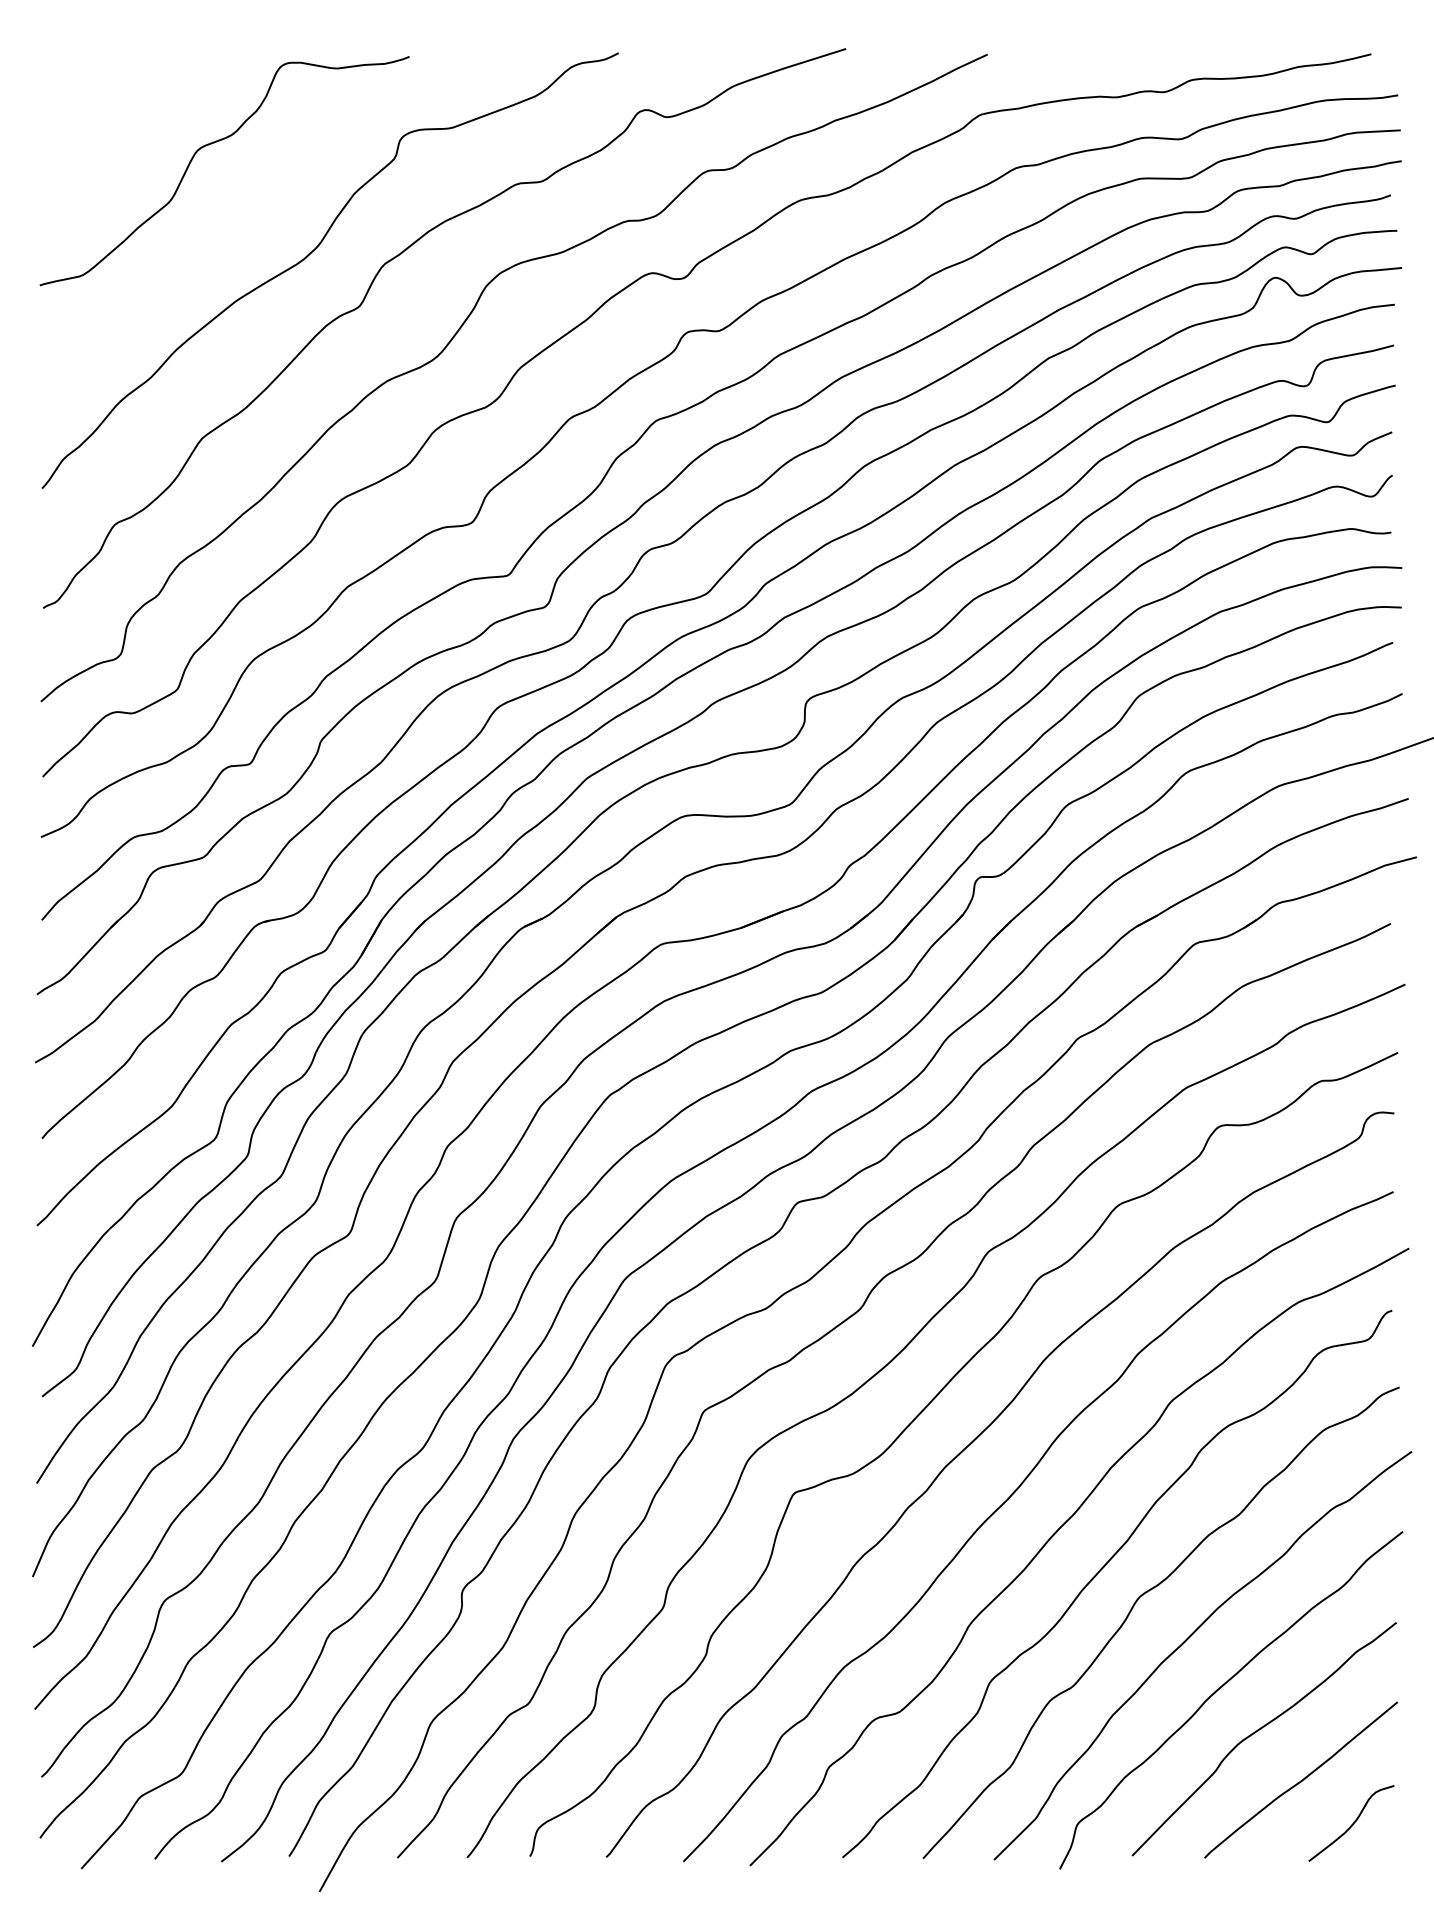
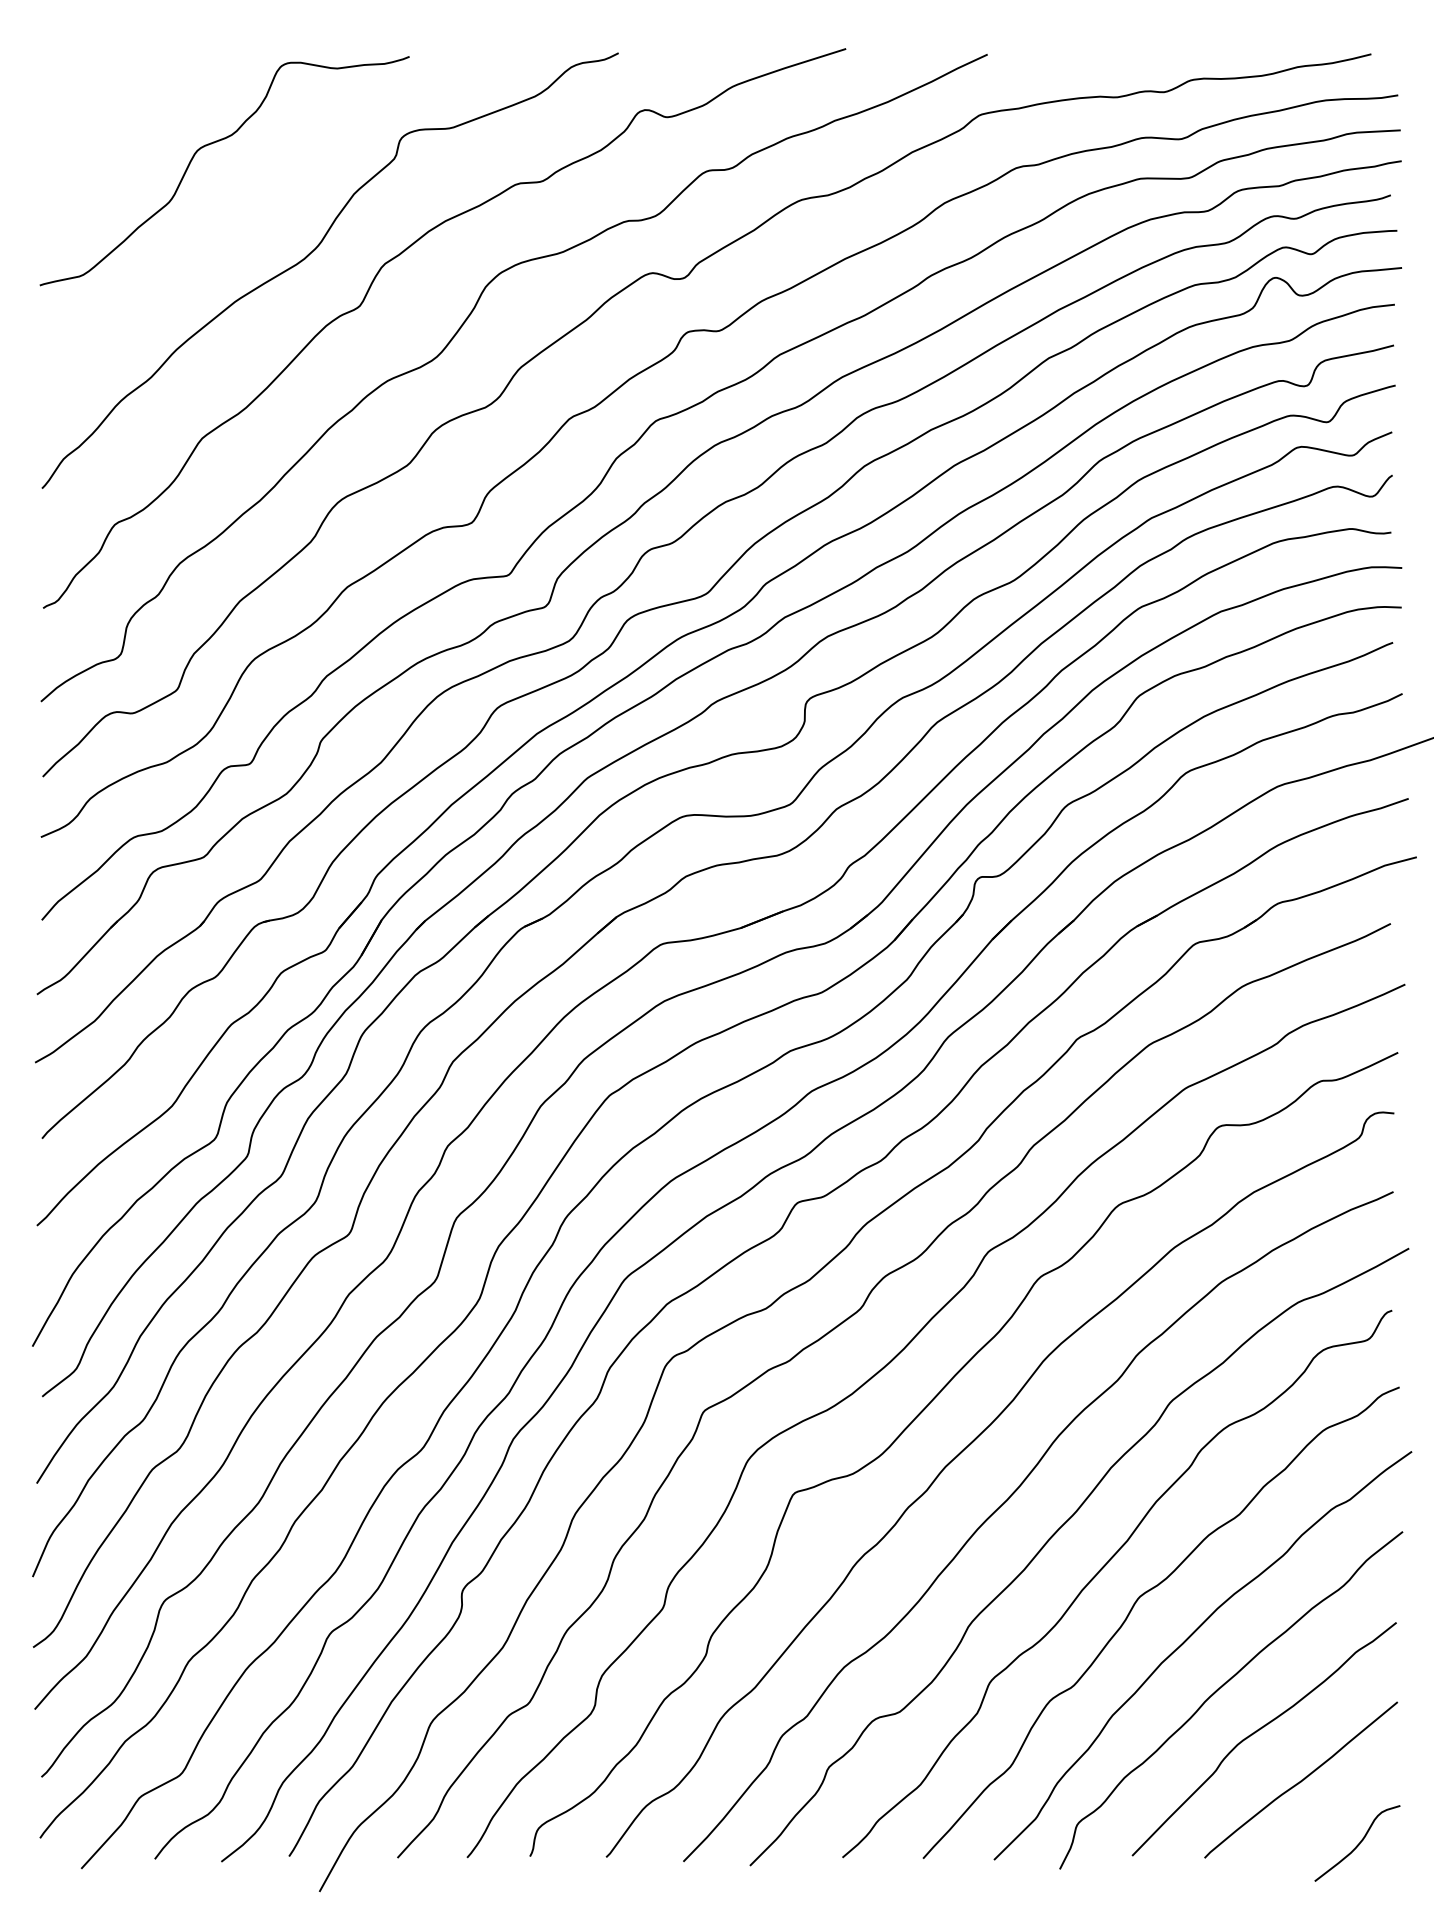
curve at (1352, 1823) position: (1352, 1823) -> (1358, 1843)
